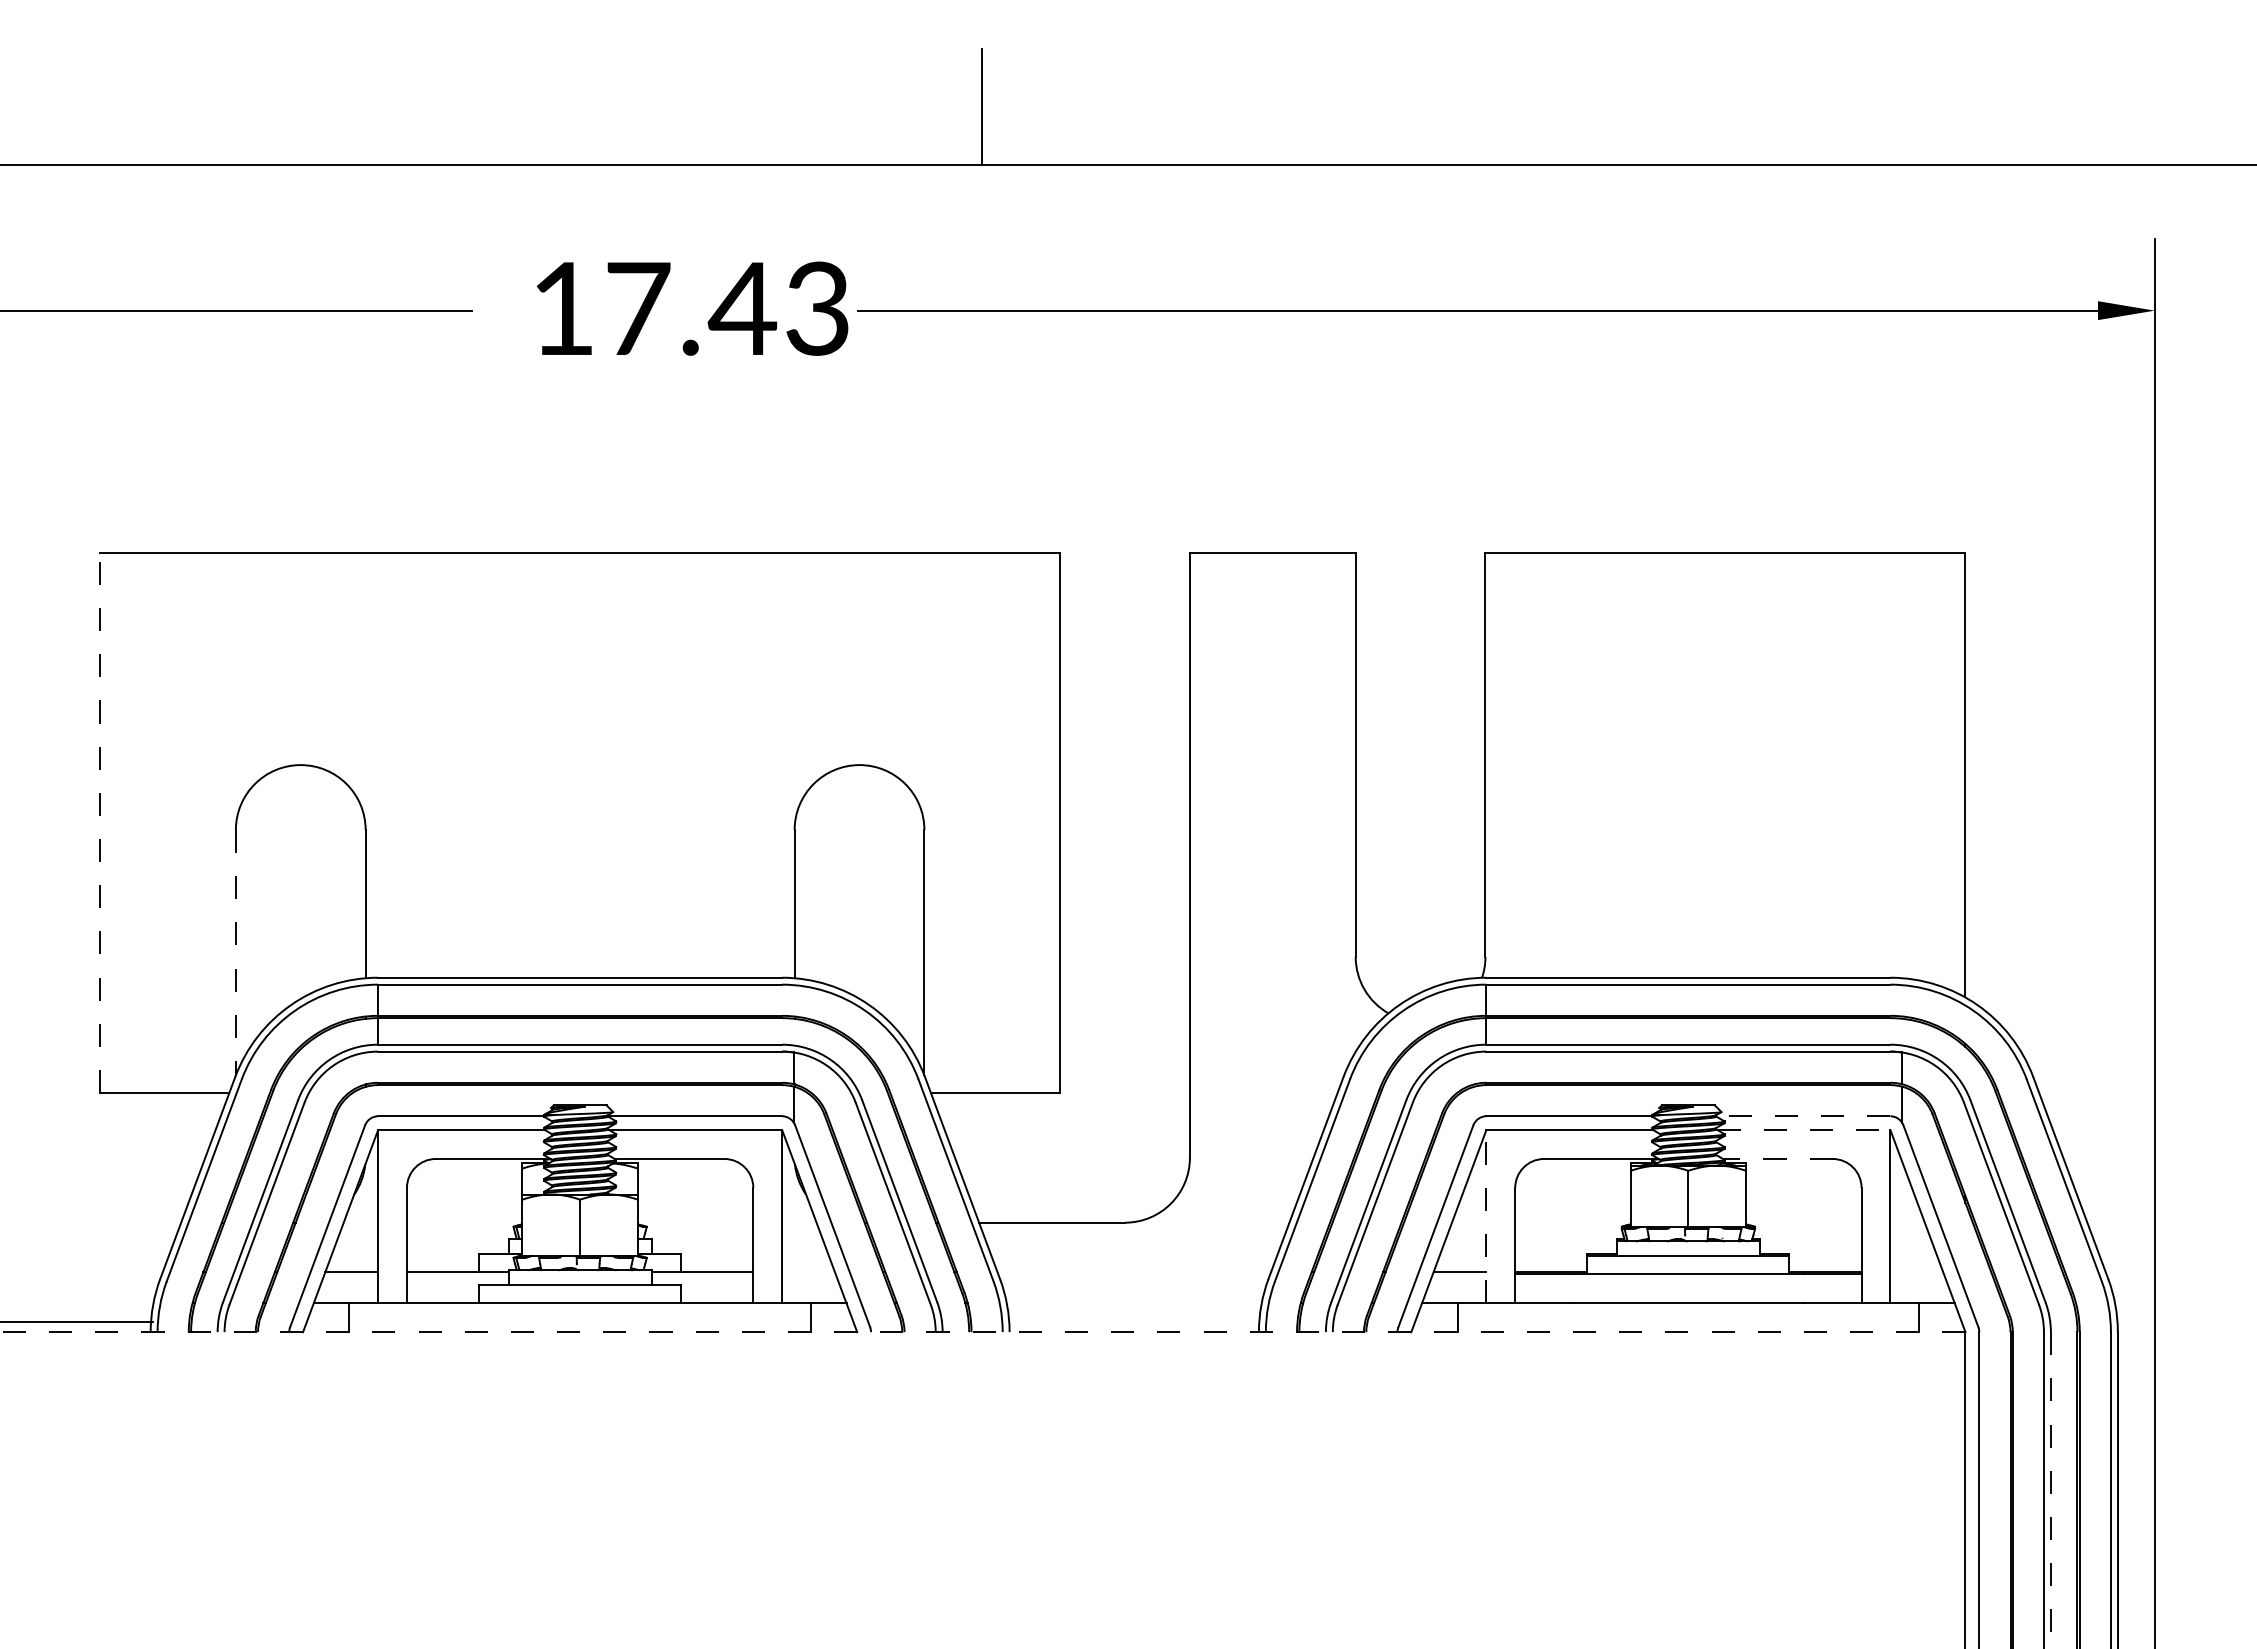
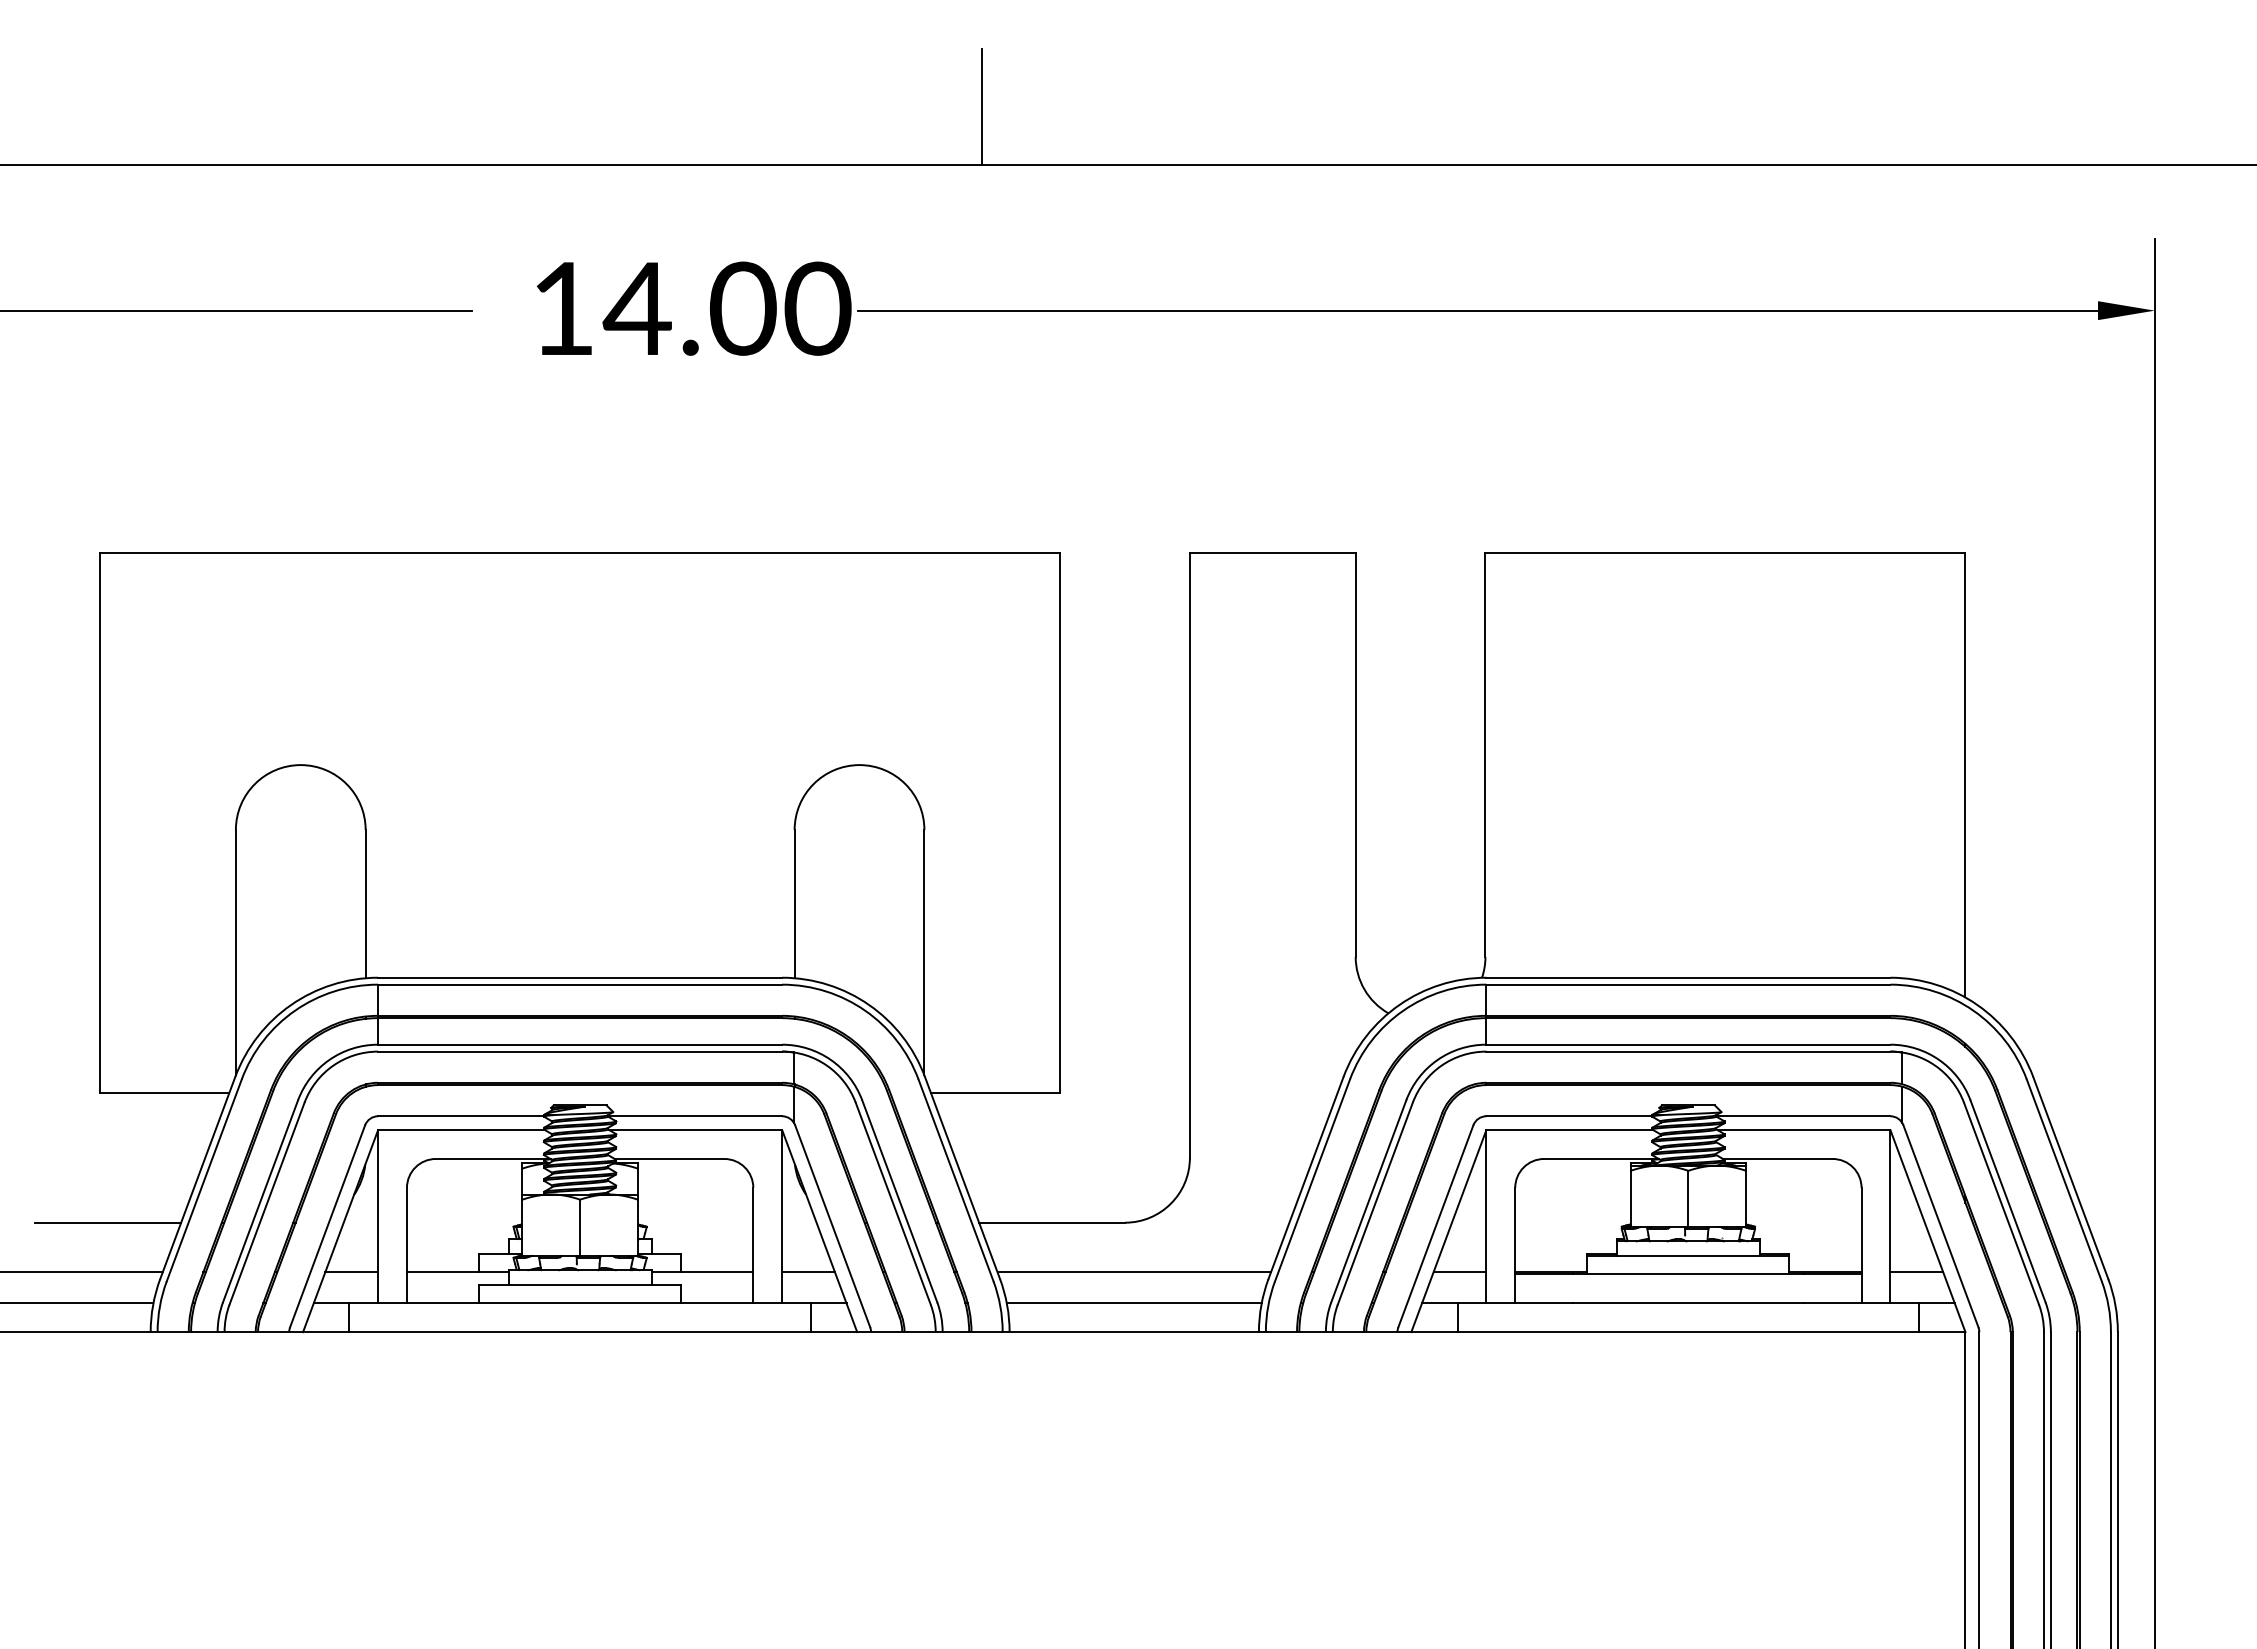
text at (726, 308): 17.43 -> 14.00
line at (100, 822): dashed -> solid
line at (235, 952): dashed -> solid
line at (1802, 1116): dashed -> solid
line at (1804, 1130): dashed -> solid
line at (1777, 1158): dashed -> solid
line at (1486, 1216): dashed -> solid
line at (108, 1222): none -> present
line at (82, 1272): none -> present
line at (808, 1272): none -> present
line at (1134, 1272): none -> present
line at (1916, 1272): none -> present
line at (1133, 1303): none -> present
line at (77, 1322) position: (77, 1322) -> (77, 1303)
line at (982, 1332): dashed -> solid
line at (2050, 1490): dashed -> solid
